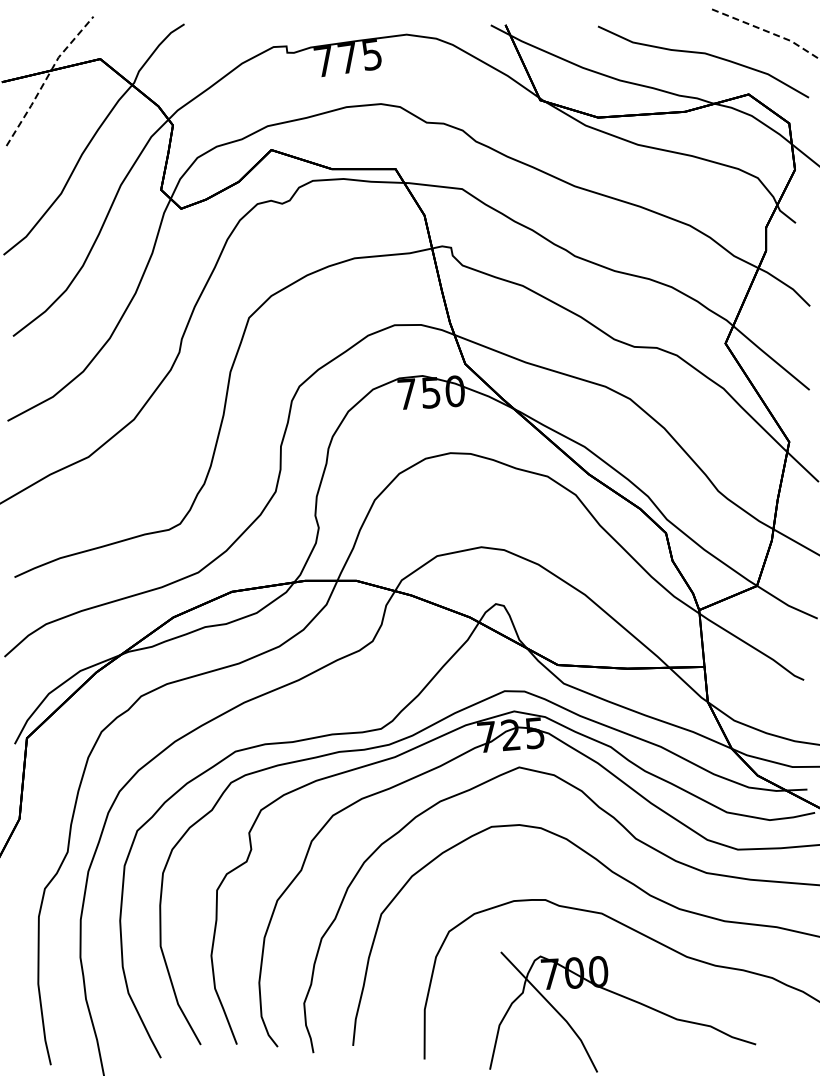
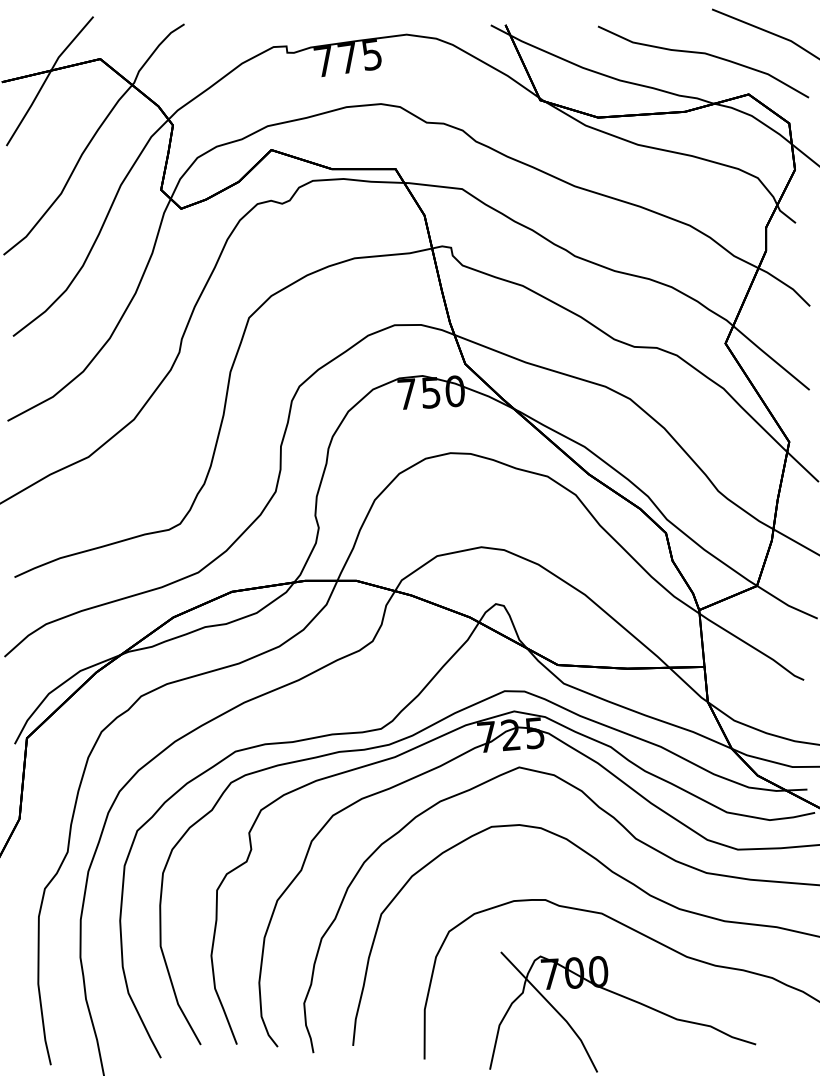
line at (768, 31): dashed -> solid
line at (46, 78): dashed -> solid
